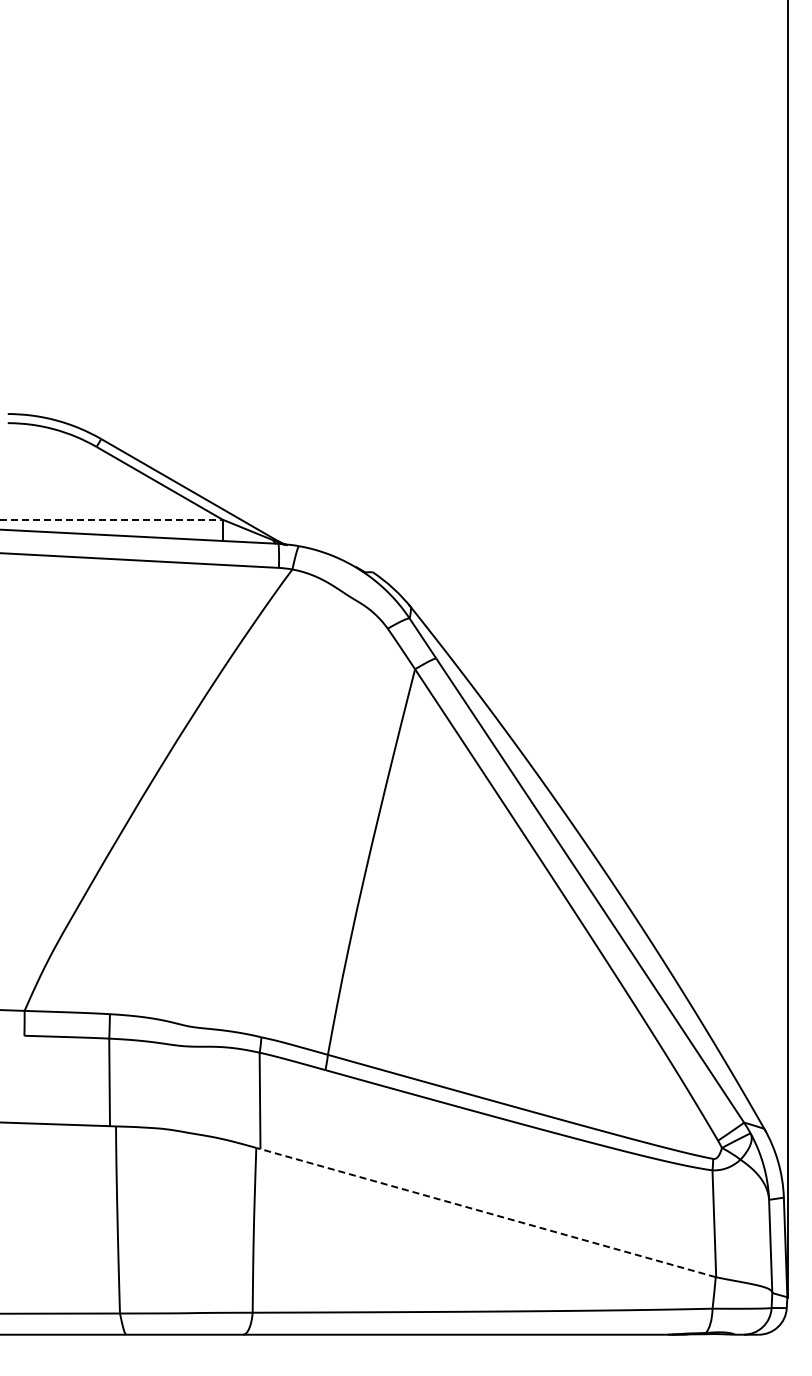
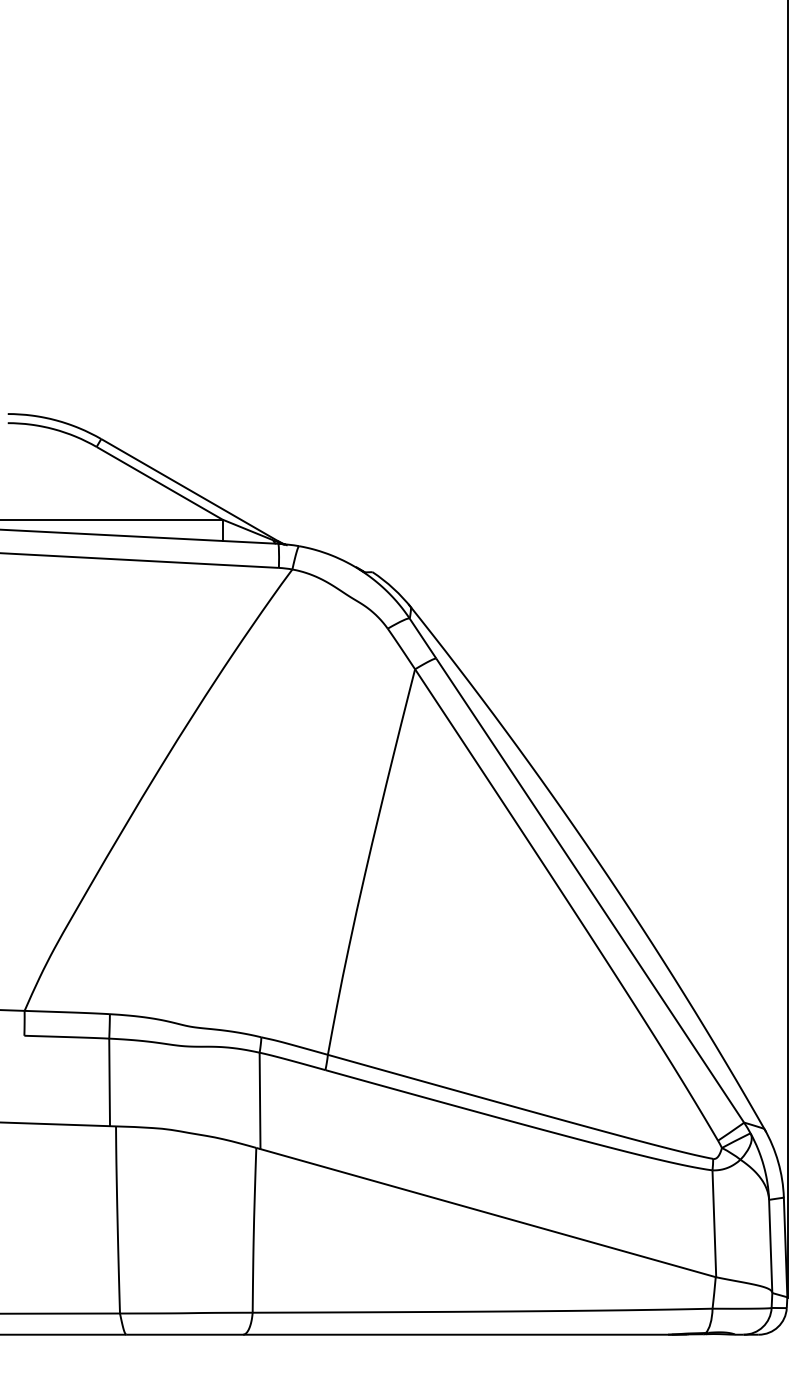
line at (111, 519): dashed -> solid
line at (487, 1212): dashed -> solid
